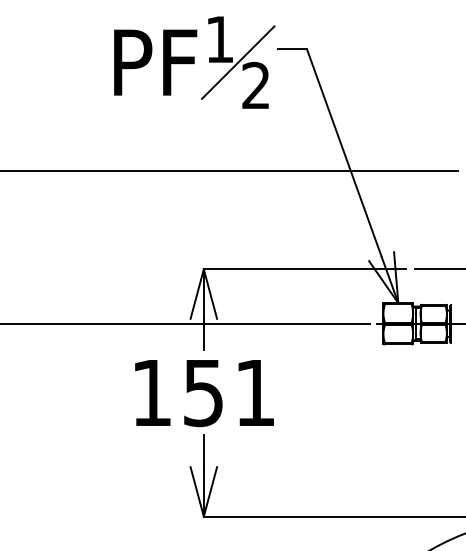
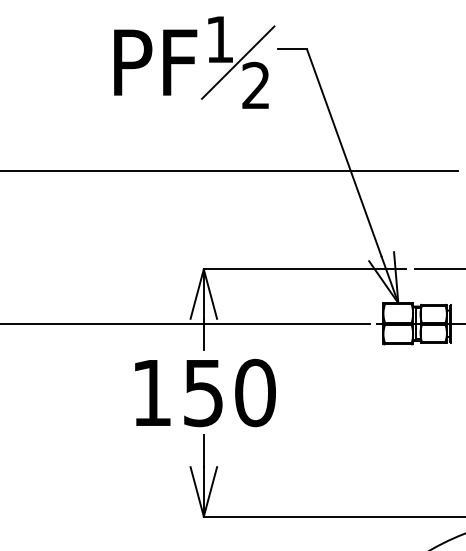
text at (255, 392): 151 -> 150
